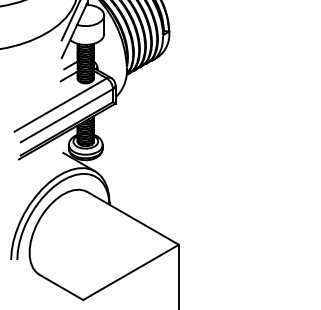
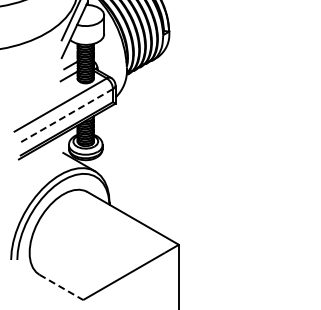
line at (66, 115): solid -> dashed
line at (61, 287): solid -> dashed
